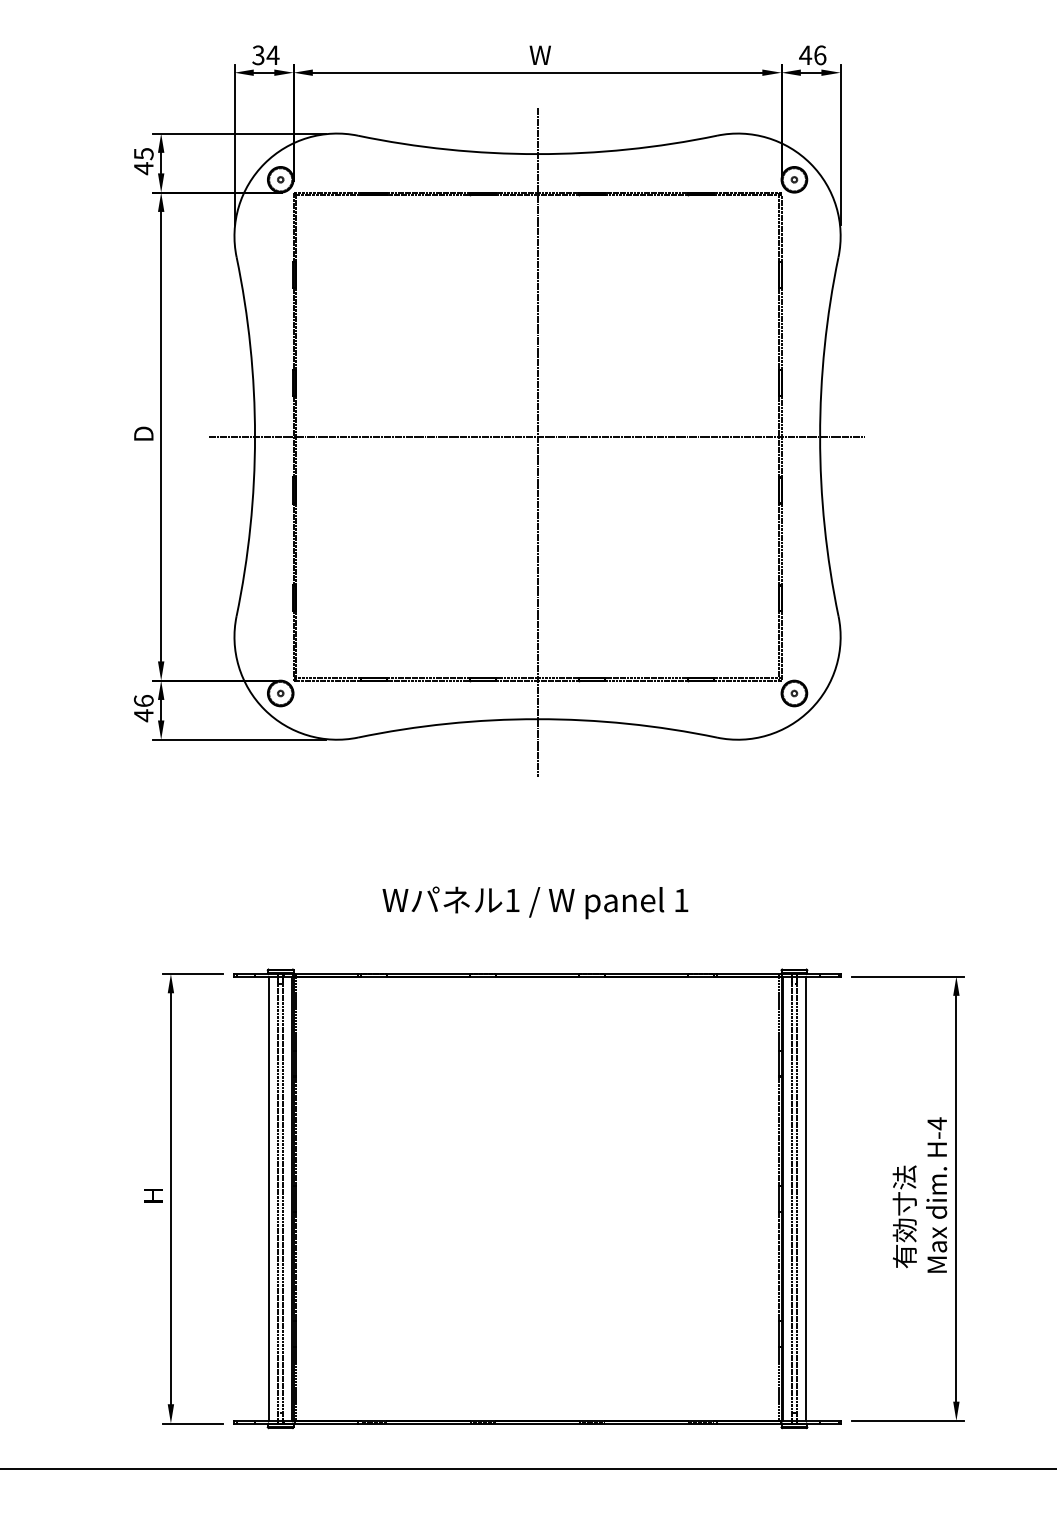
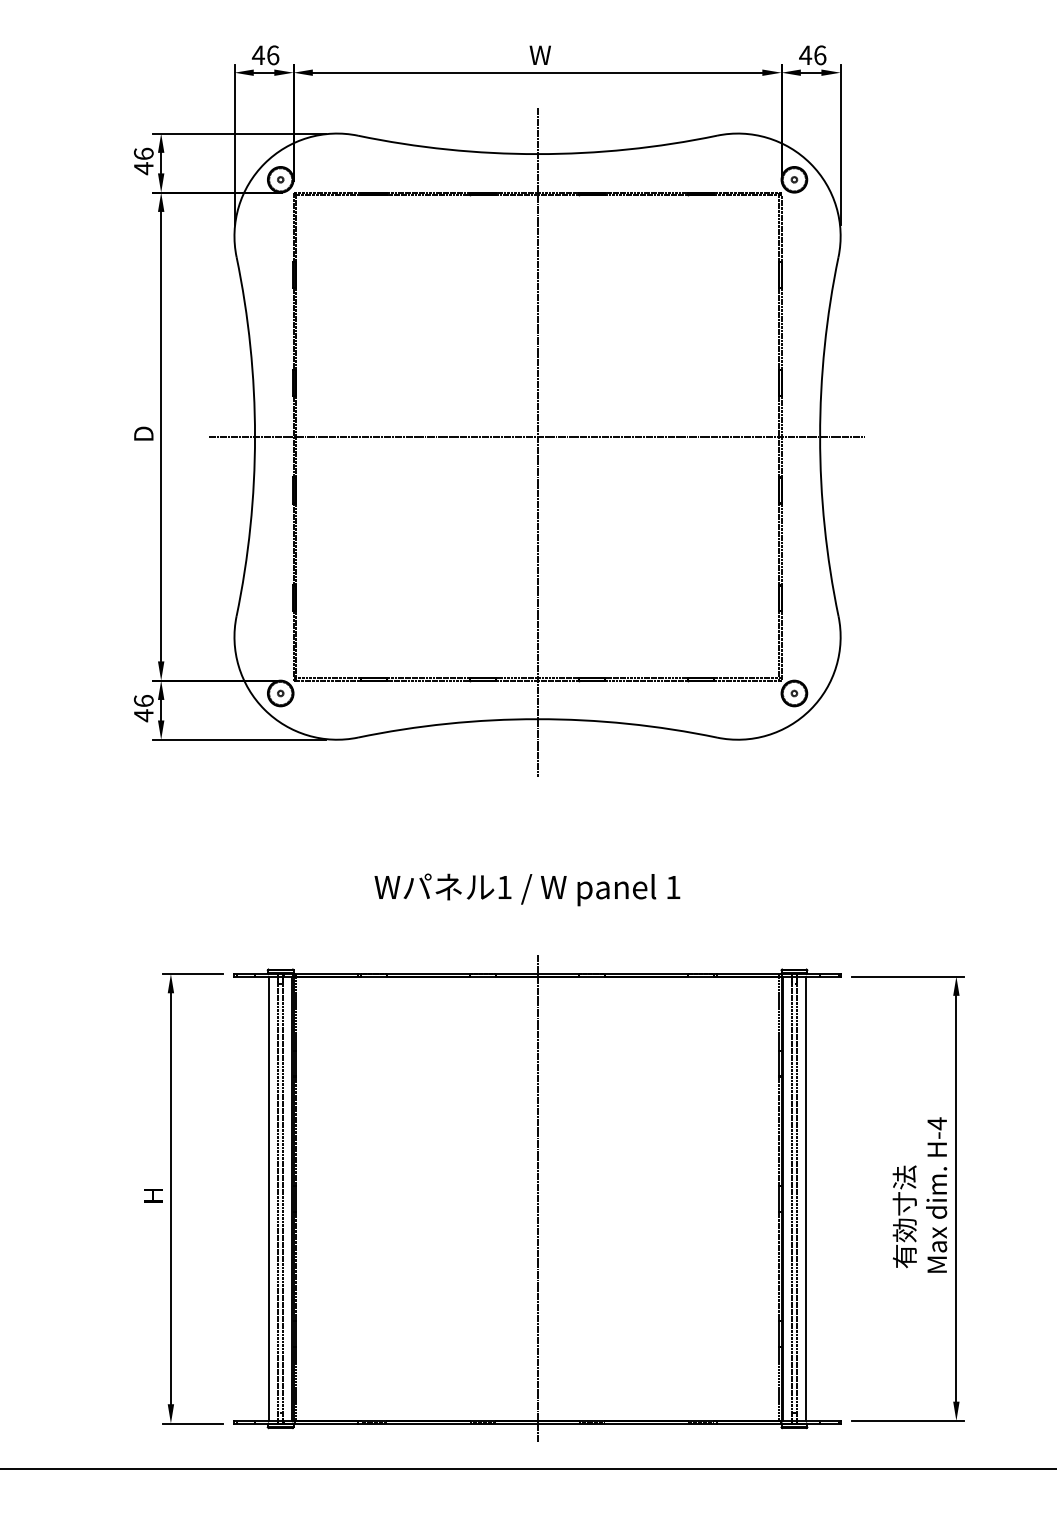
text at (265, 55): 34 -> 46
text at (143, 153): 45 -> 46
text at (535, 902) position: (535, 902) -> (527, 889)
line at (537, 1198): none -> present
